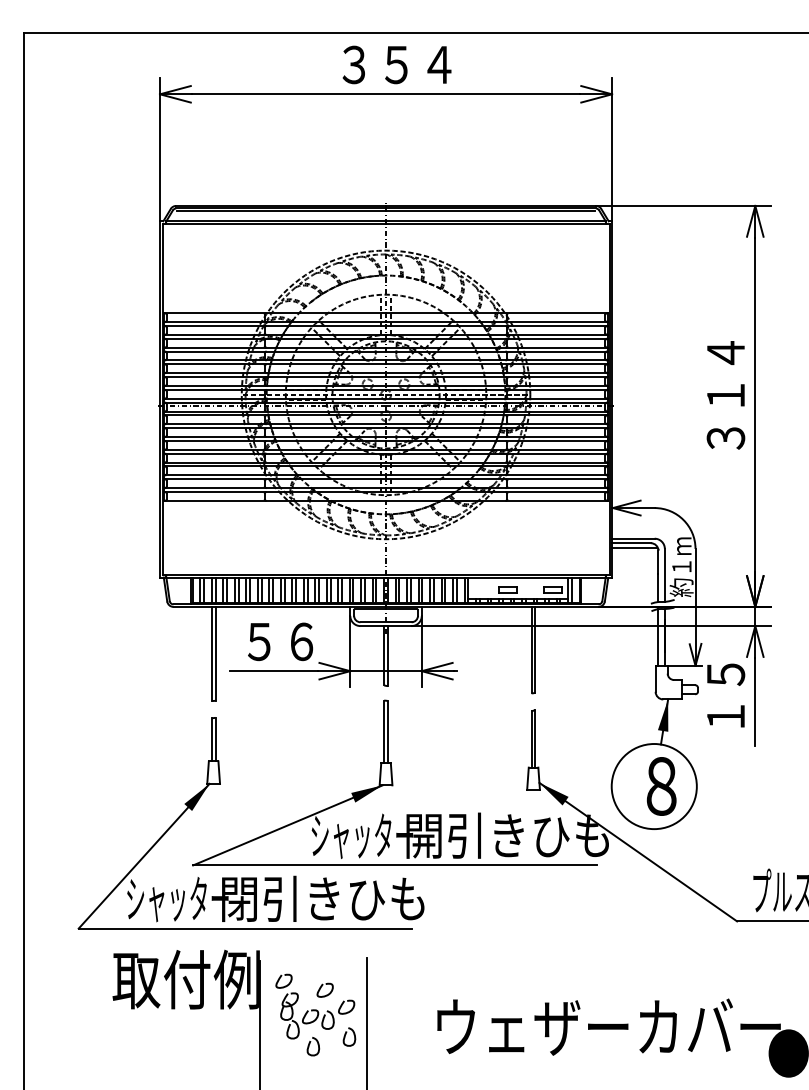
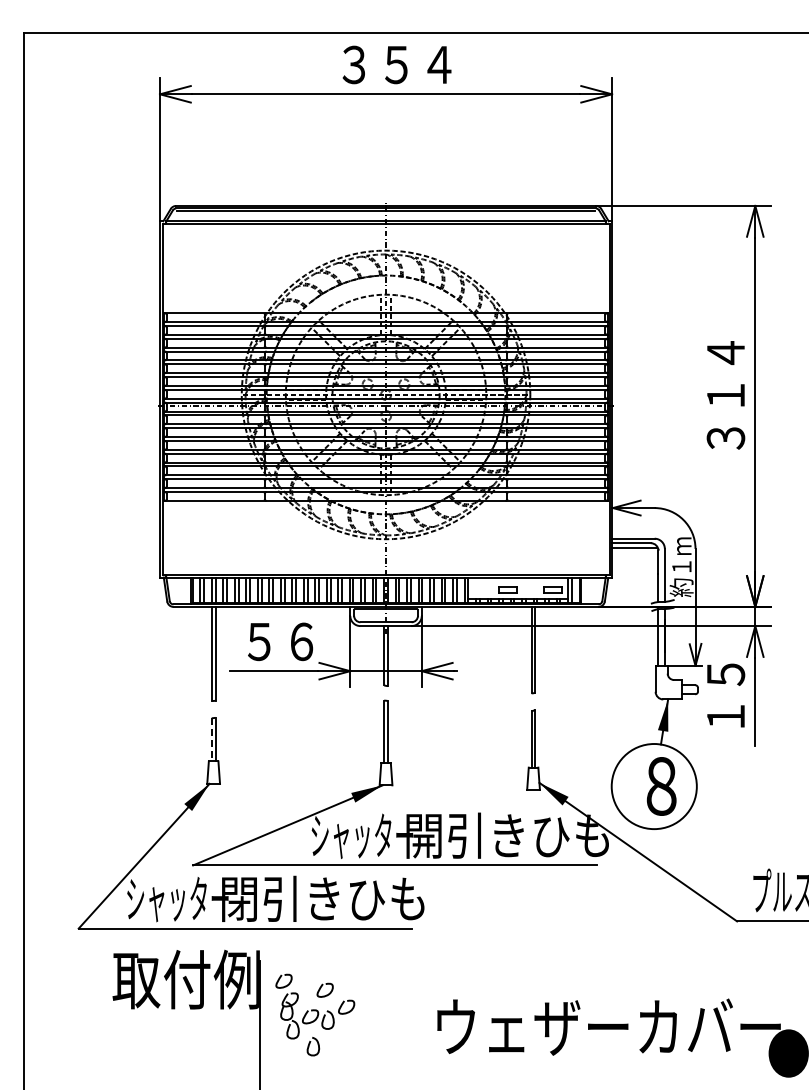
line at (211, 739): solid -> dashed
line at (366, 1022): present -> none
curve at (346, 1034): present -> none
